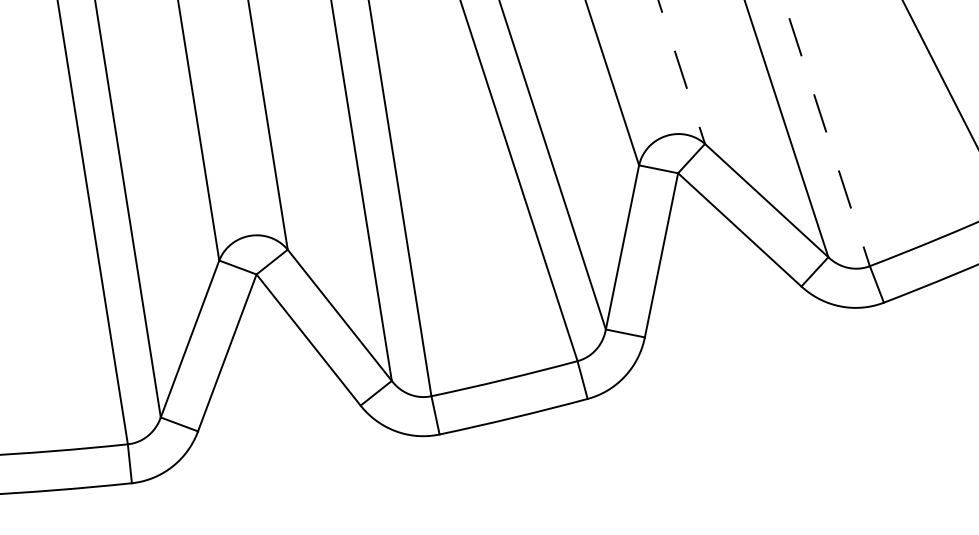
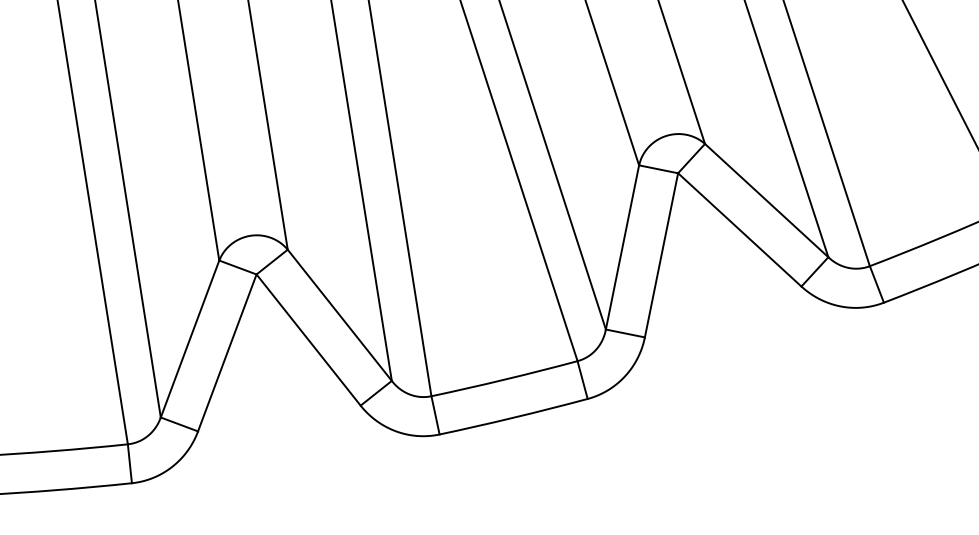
line at (681, 72): dashed -> solid
line at (826, 134): dashed -> solid
